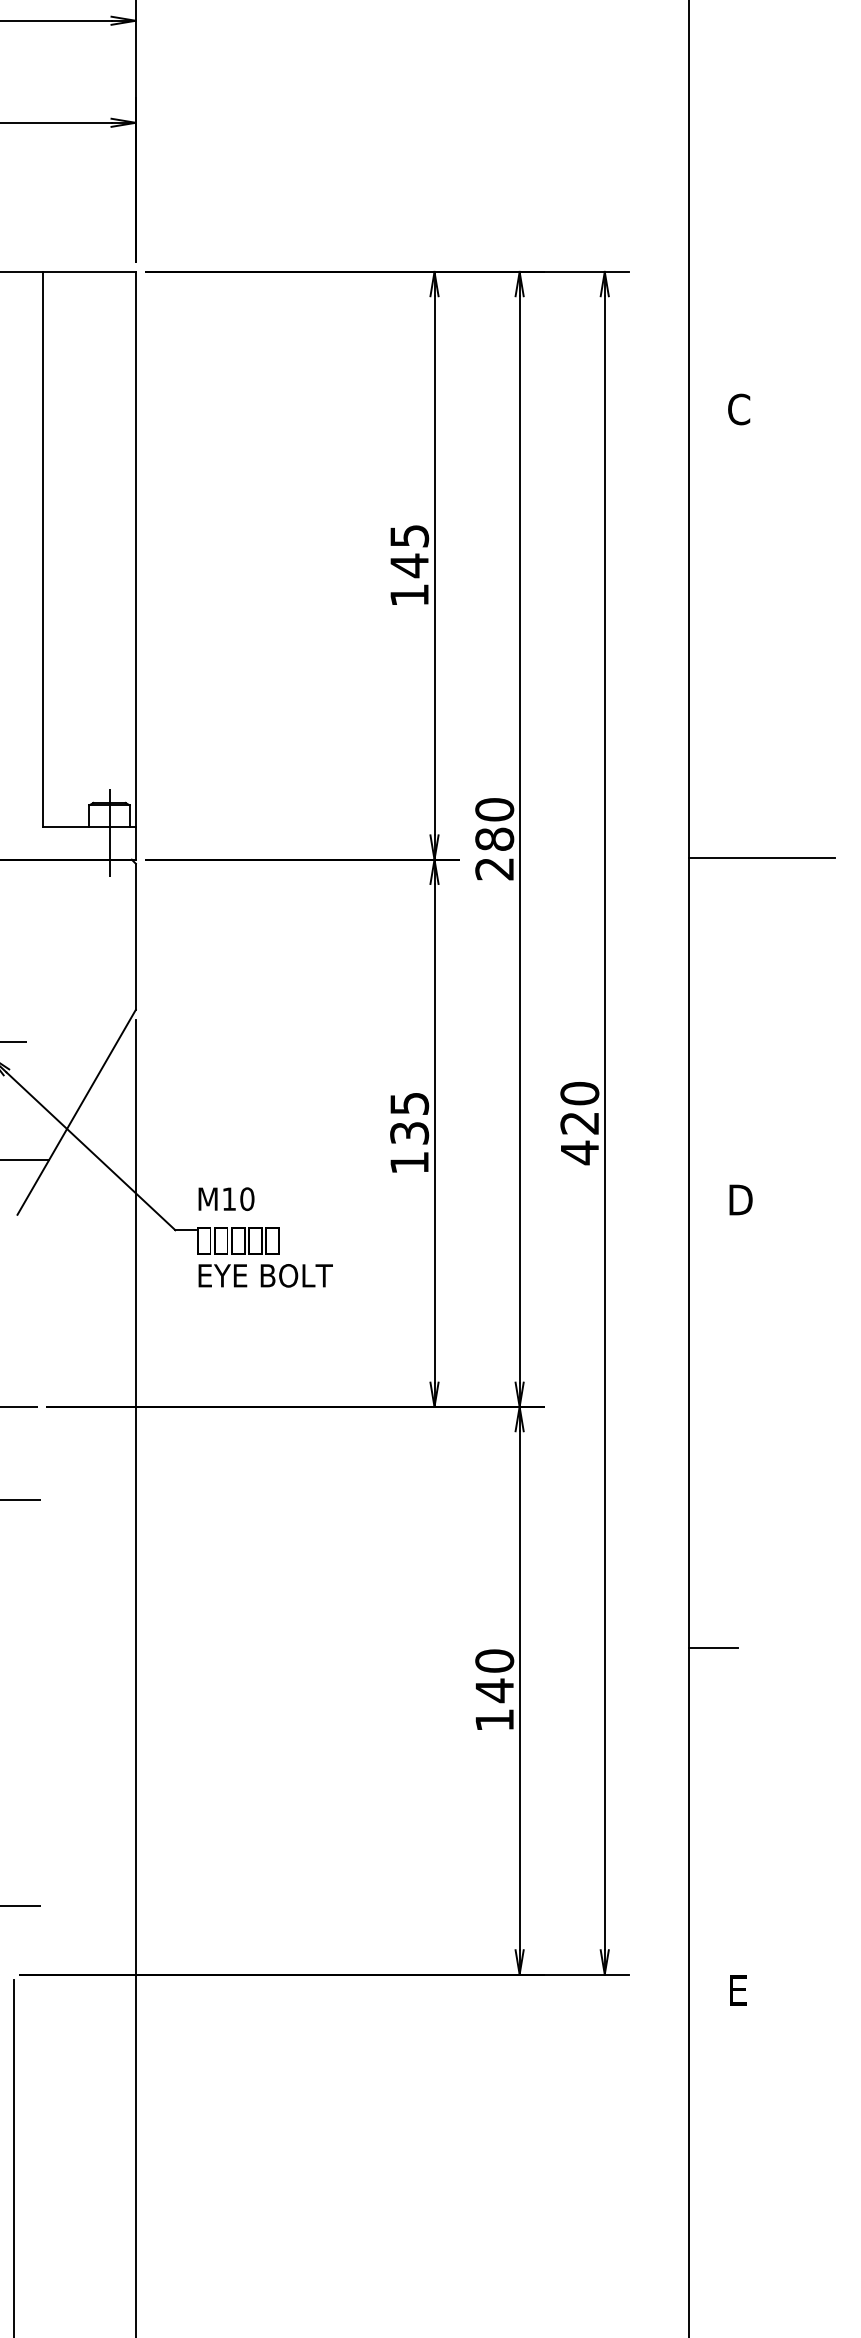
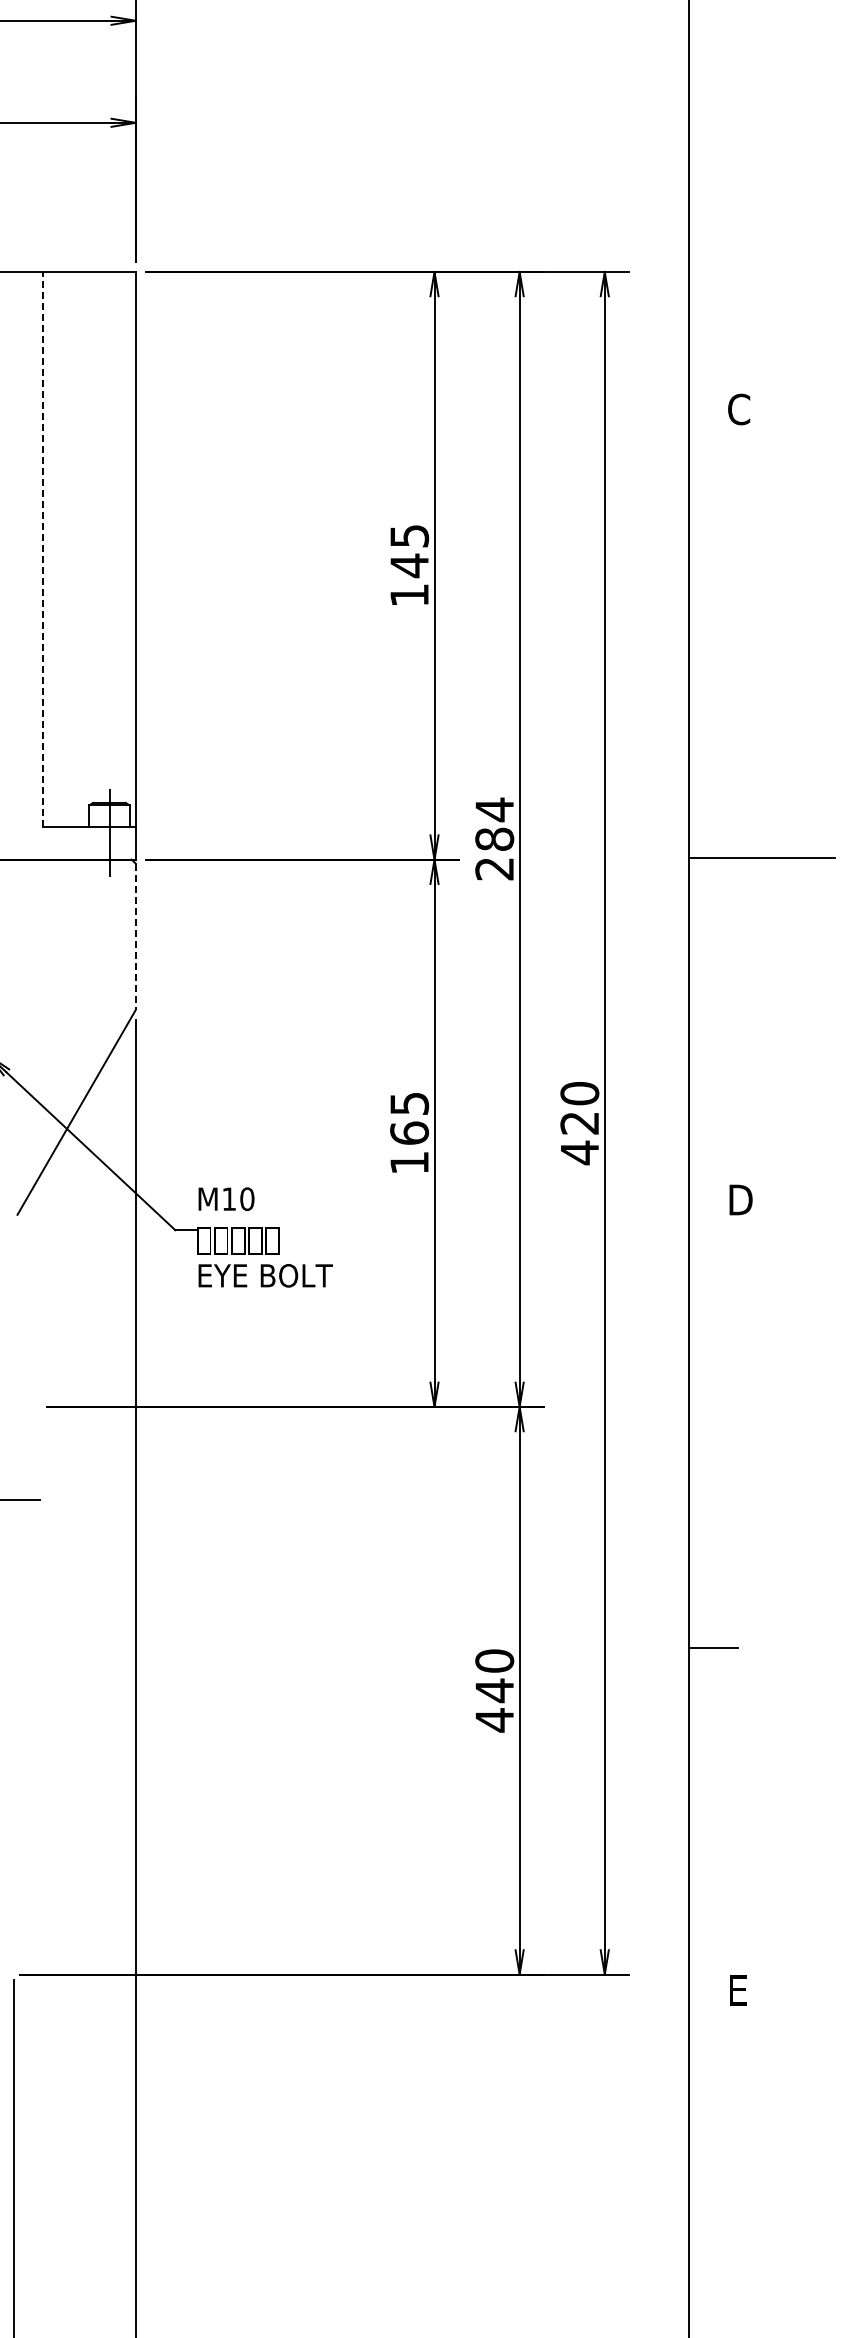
line at (42, 549): solid -> dashed
text at (494, 809): 280 -> 284
line at (135, 937): solid -> dashed
line at (14, 1042): present -> none
text at (409, 1132): 135 -> 165
line at (25, 1159): present -> none
line at (19, 1406): present -> none
text at (494, 1720): 140 -> 440
line at (21, 1905): present -> none
